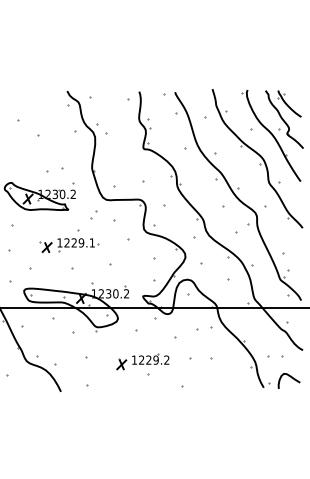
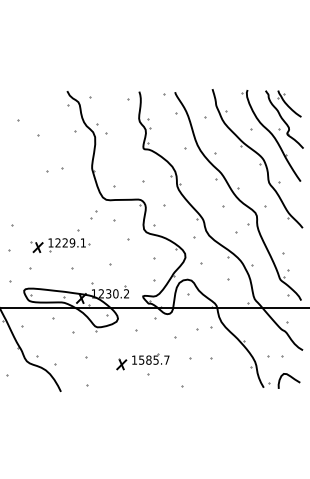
part at (39, 196): present -> none
part at (69, 245) position: (69, 245) -> (60, 245)
text at (154, 359): 1229.2 -> 1585.7
